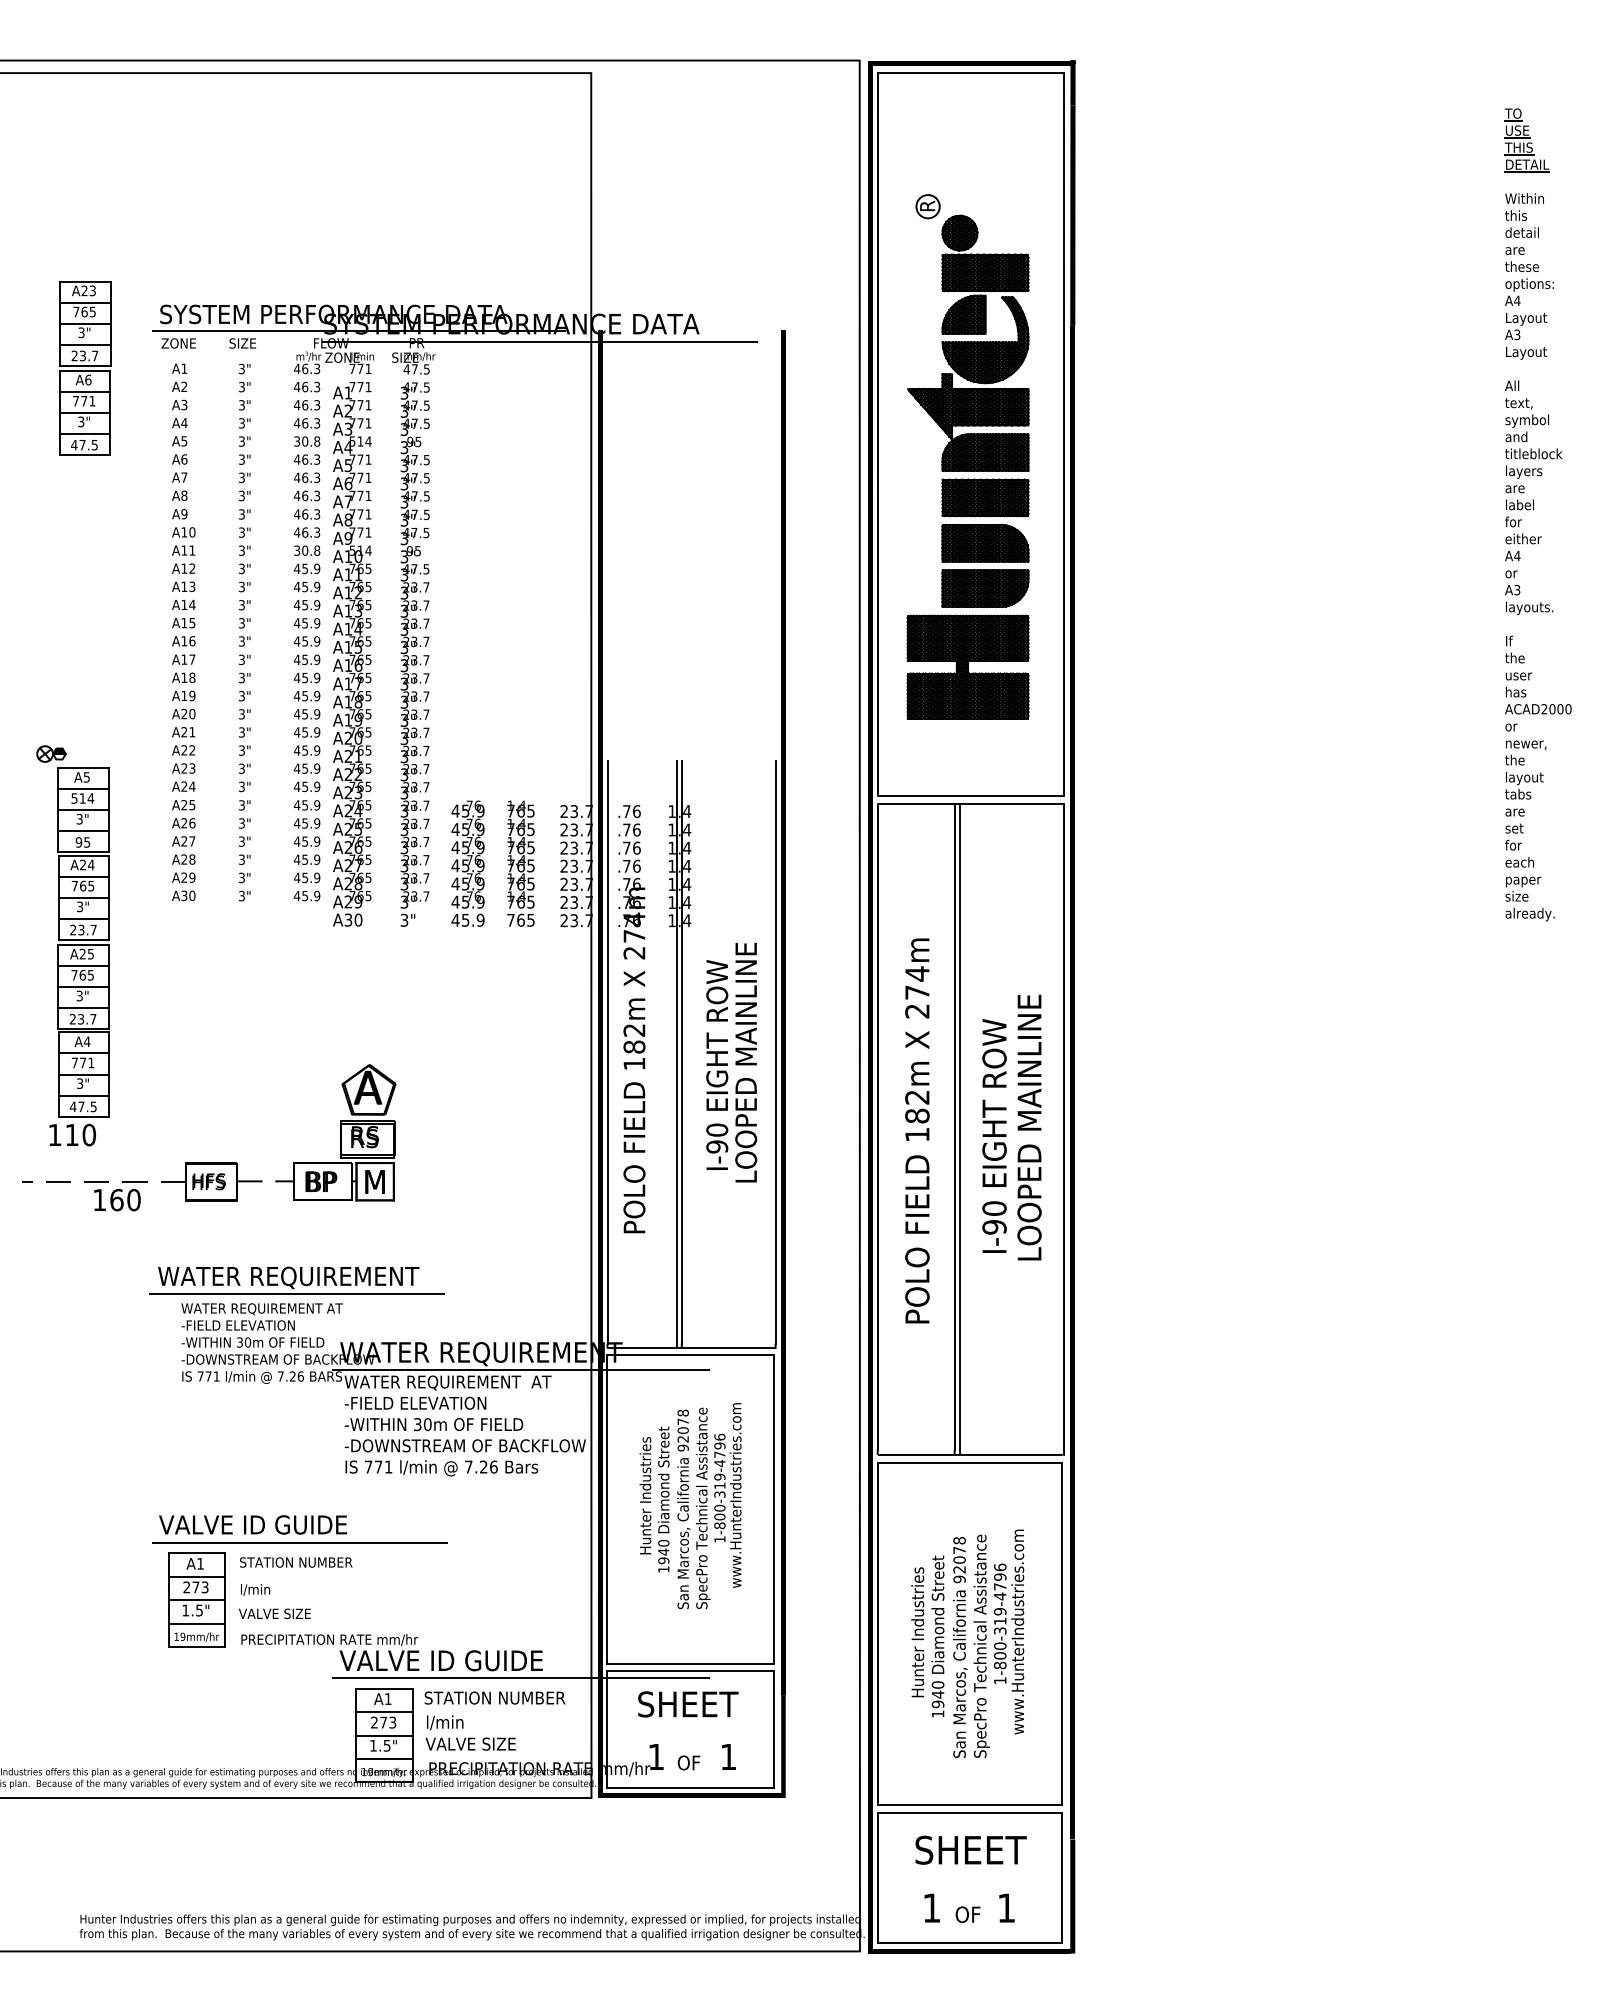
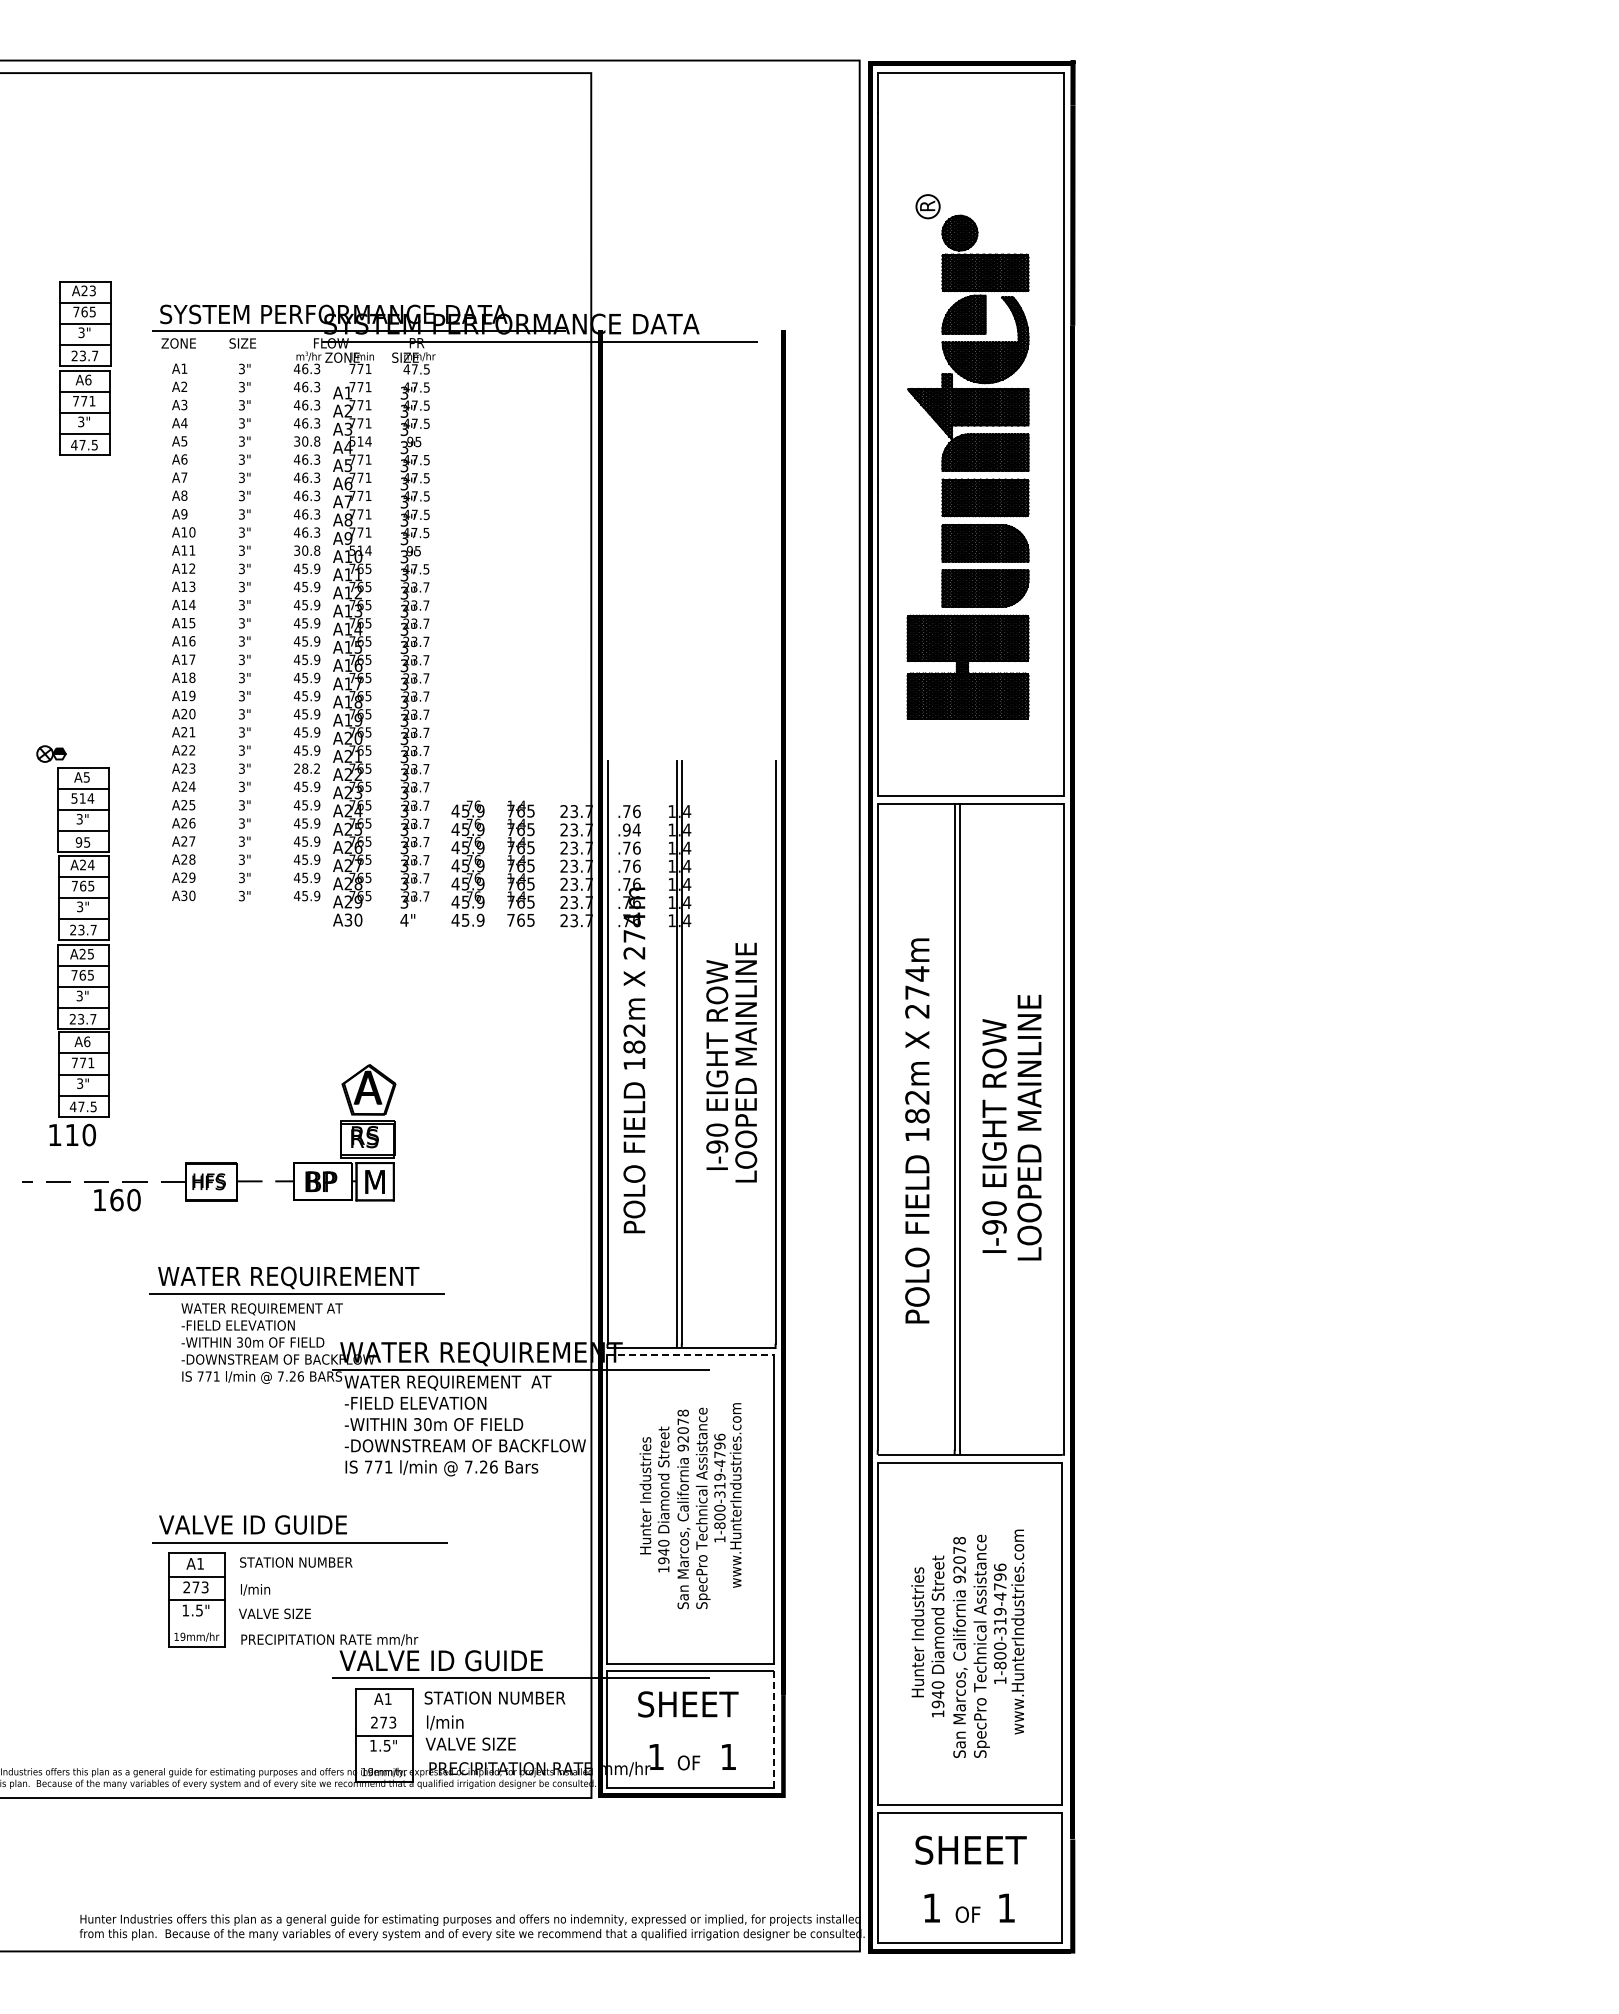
part at (1537, 514): present -> none
text at (306, 768): 45.9 -> 28.2
text at (631, 829): .76 -> .94
text at (404, 919): 3" -> 4"
text at (86, 1041): A4 -> A6
line at (691, 1355): solid -> dashed
line at (196, 1623): present -> none
line at (384, 1712): present -> none
line at (773, 1729): solid -> dashed
line at (384, 1759): present -> none
